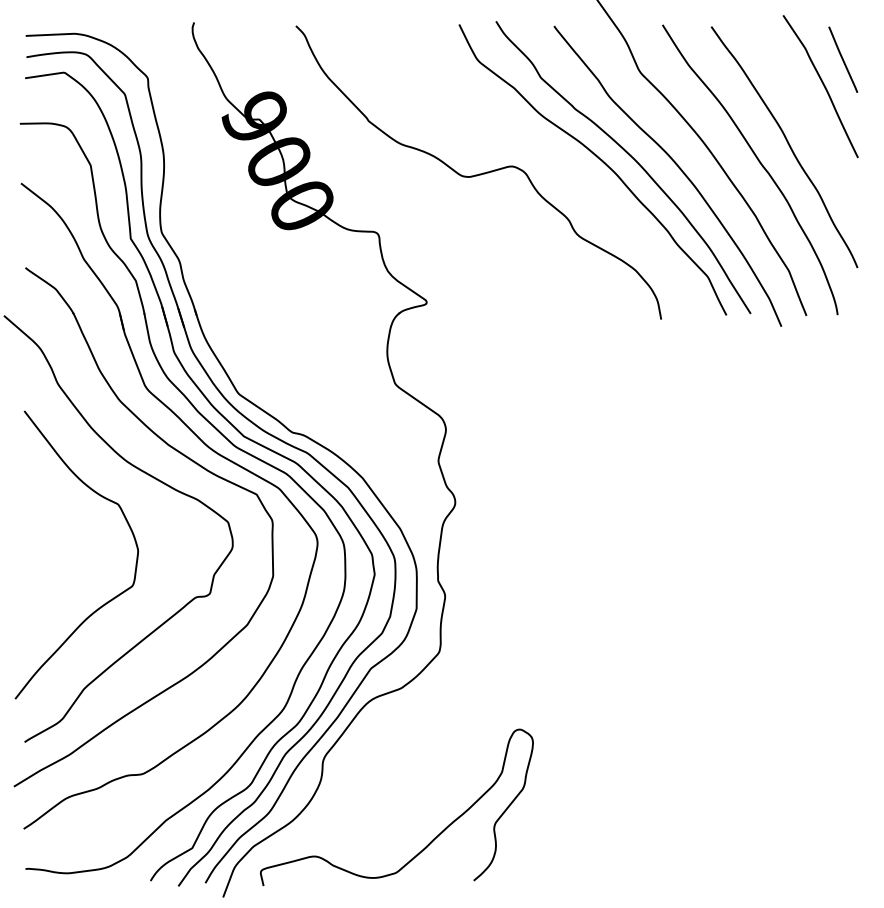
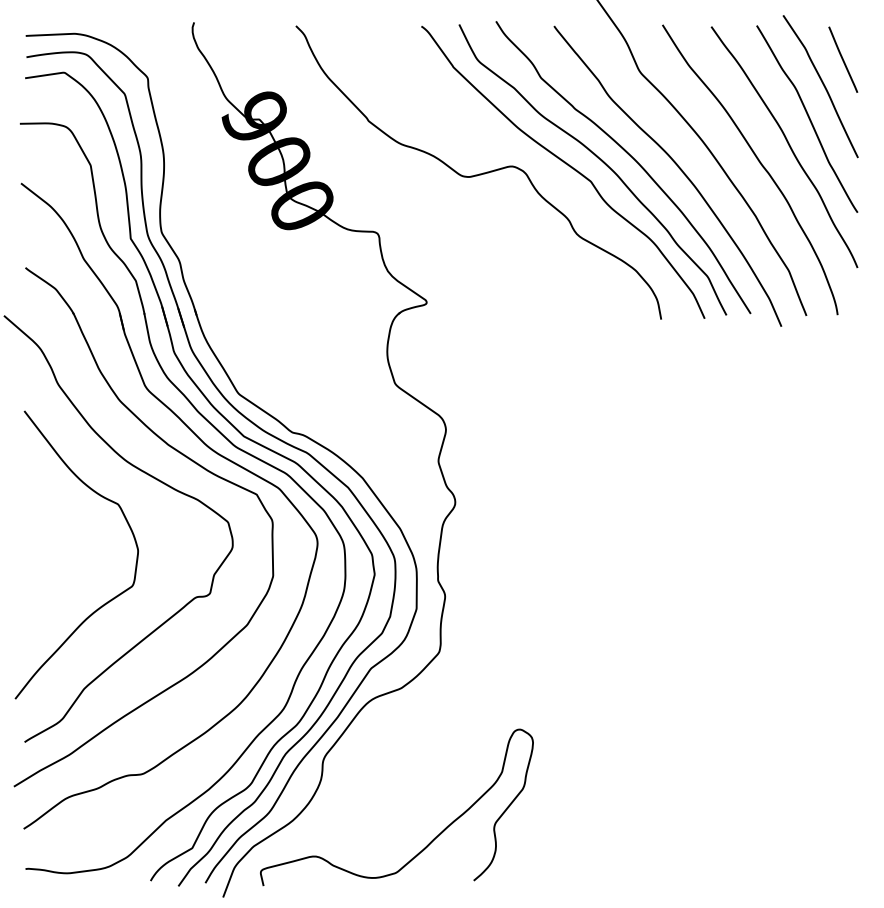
curve at (808, 118): none -> present
curve at (568, 166): none -> present
